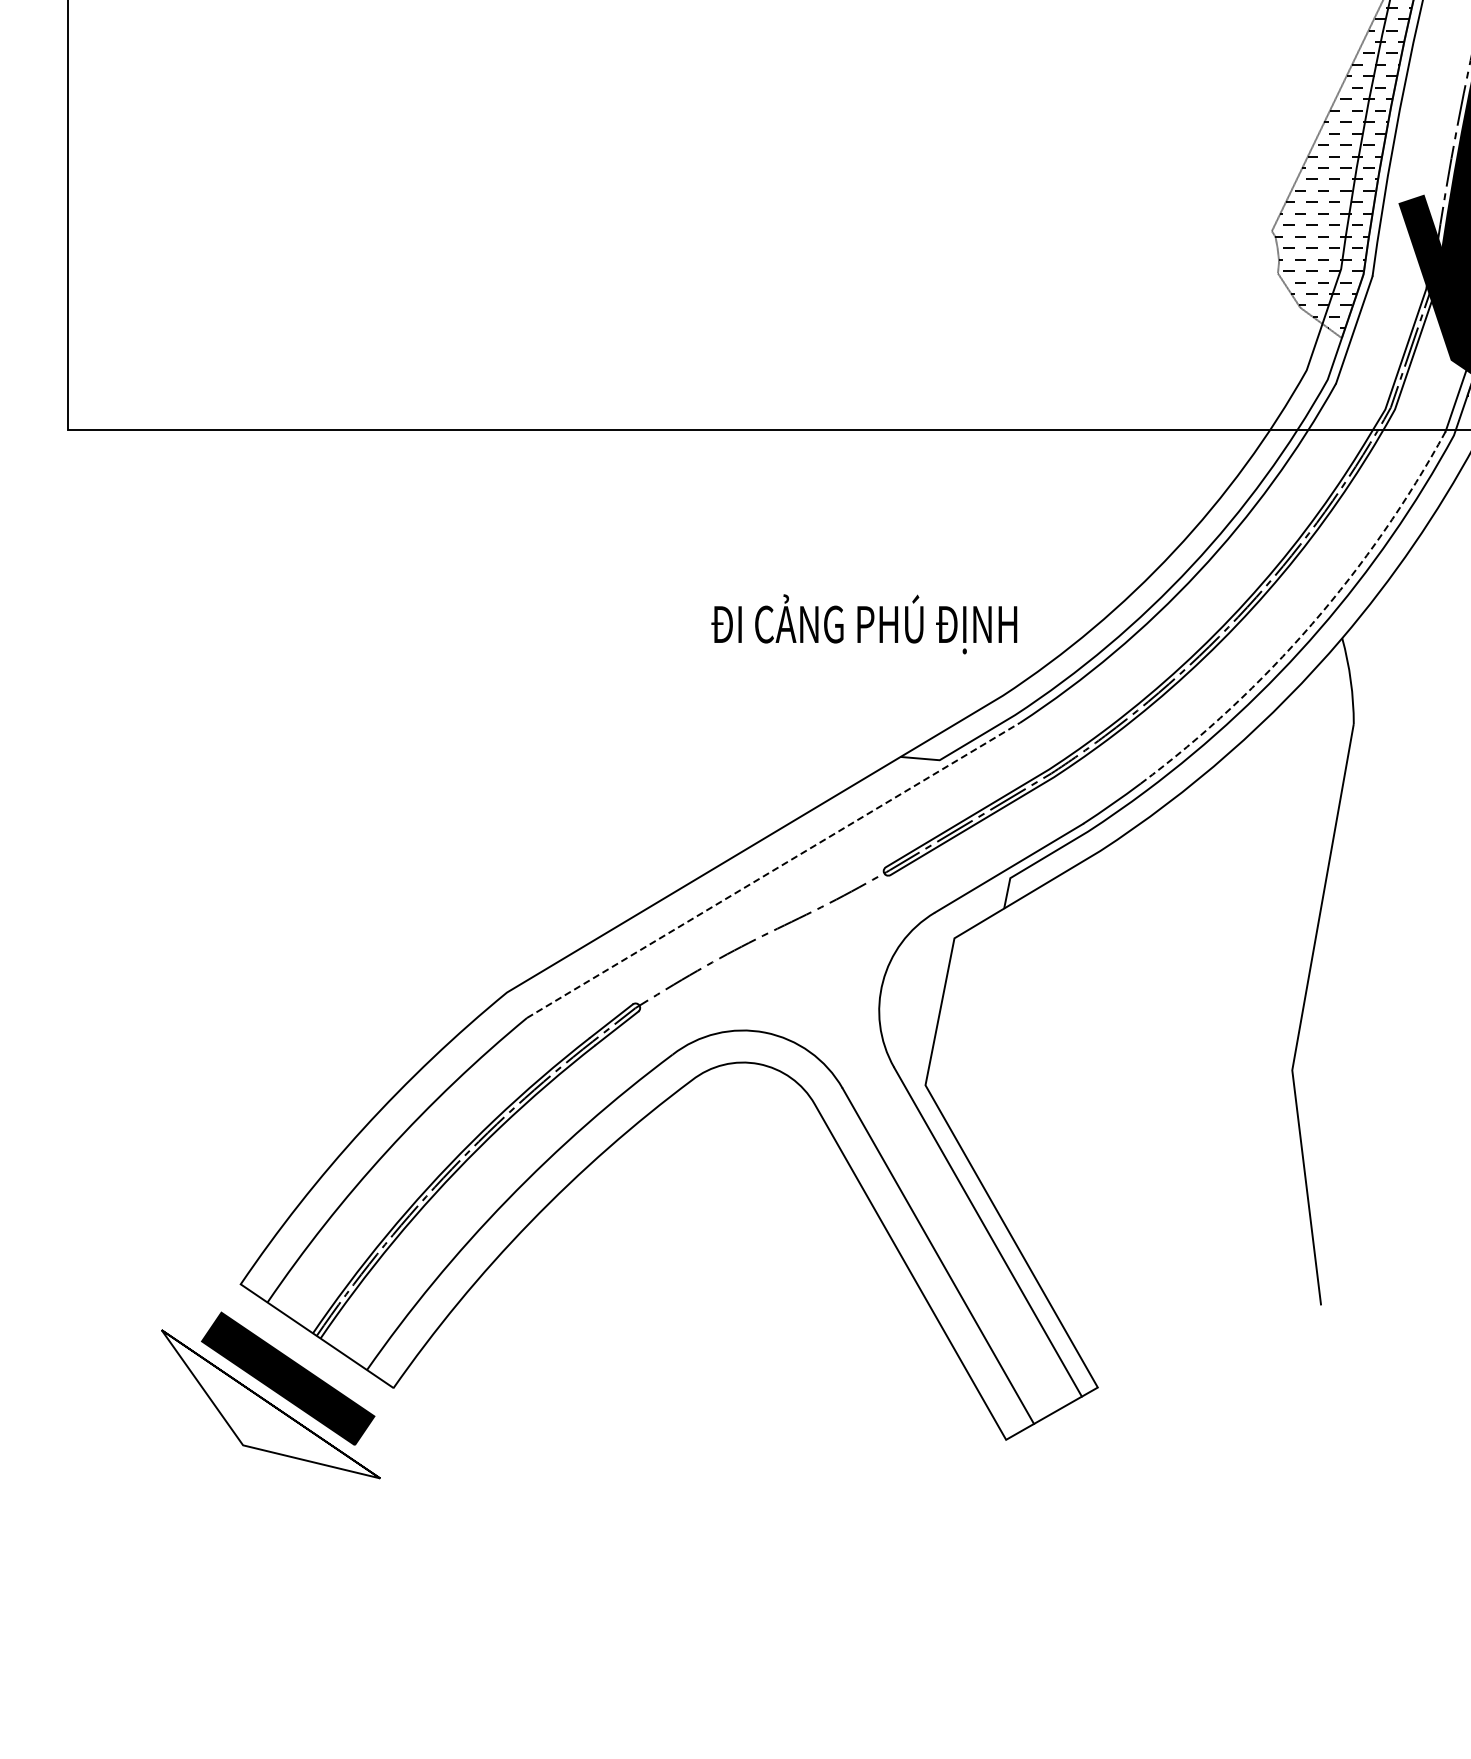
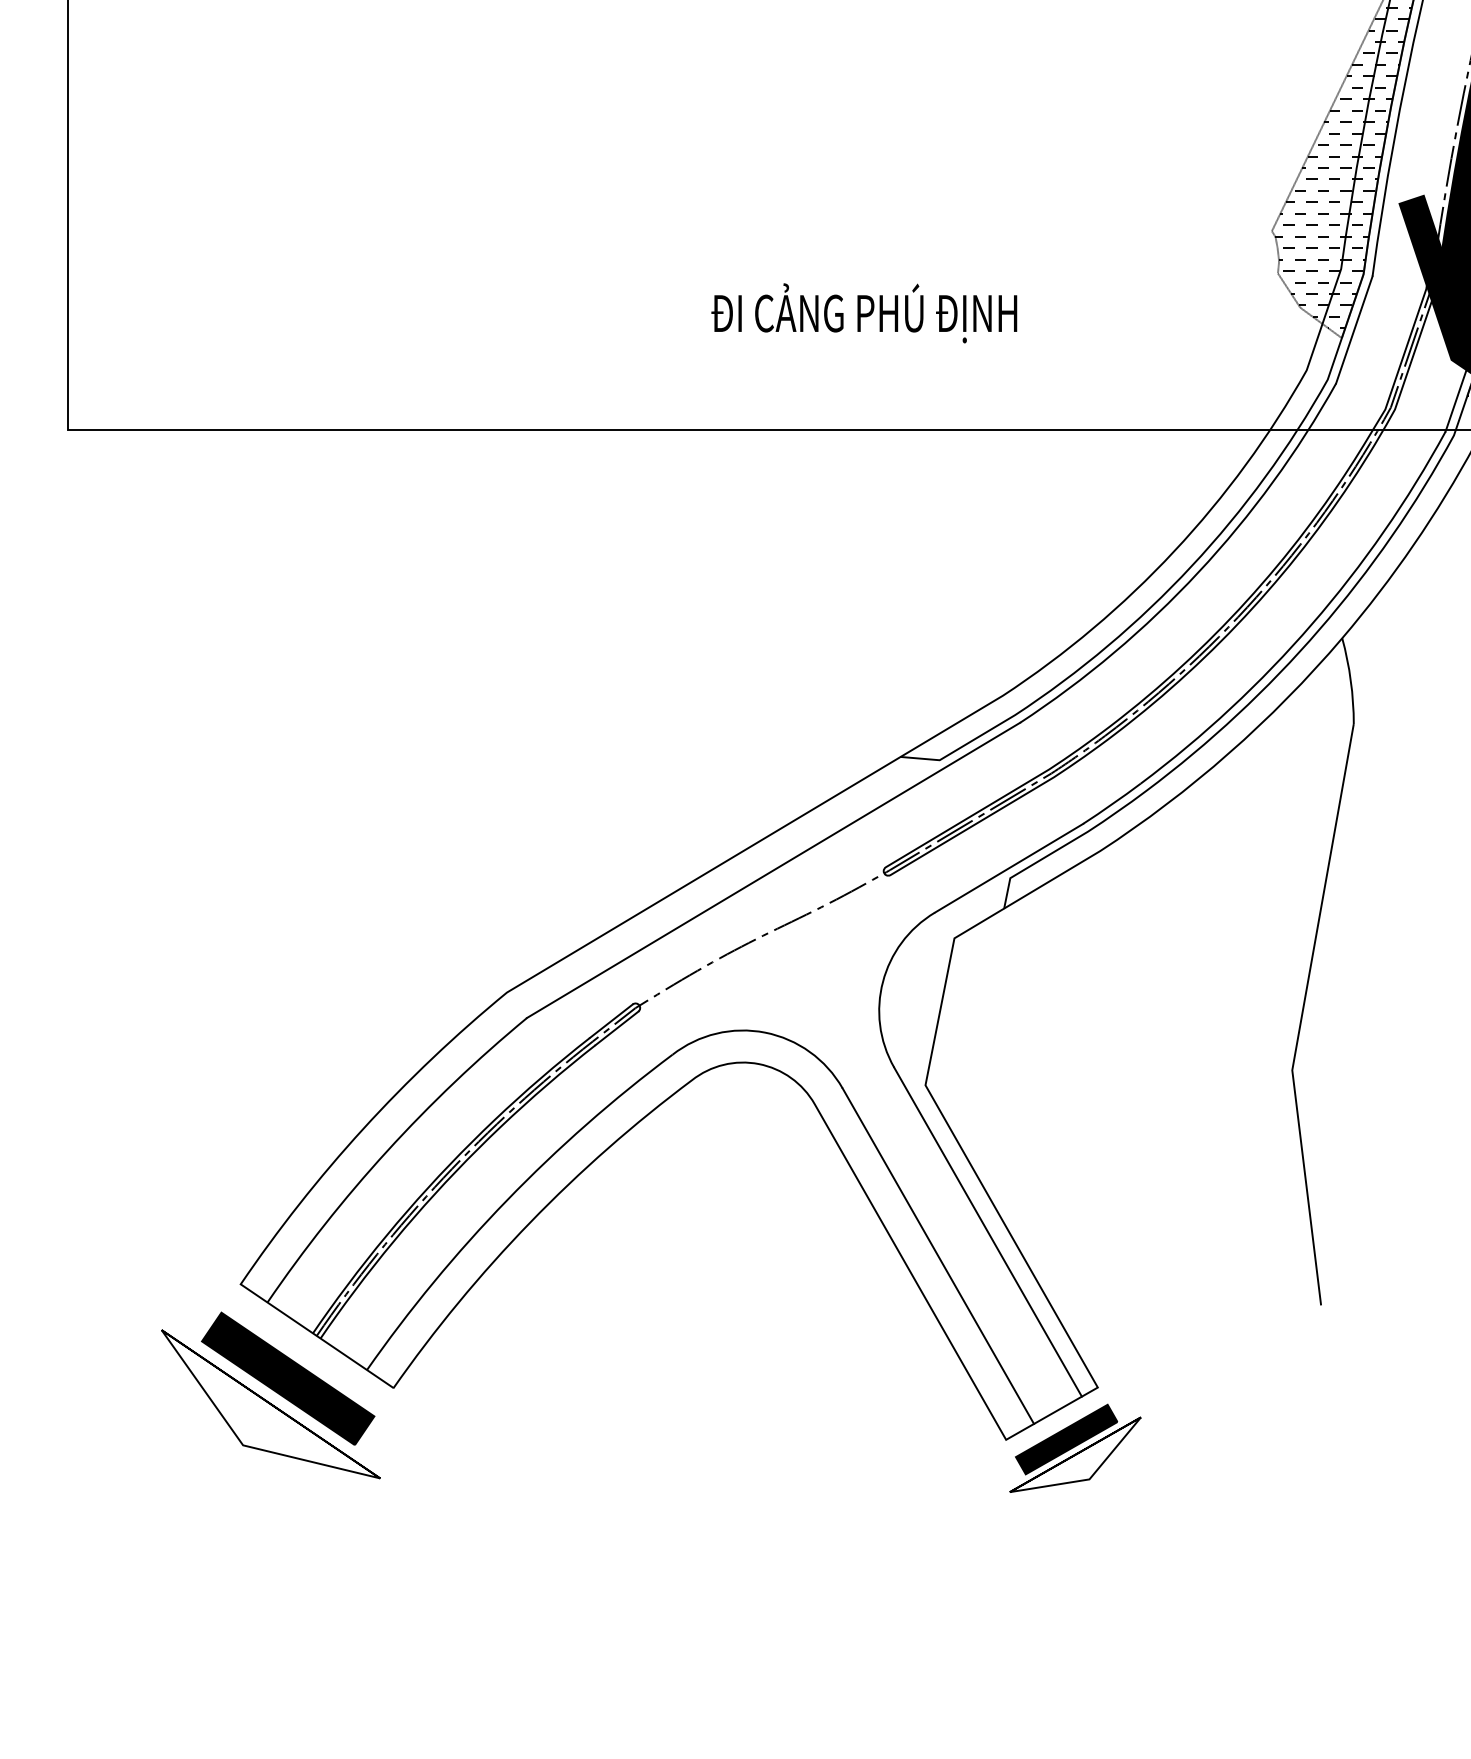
text at (864, 624) position: (864, 624) -> (864, 313)
arc at (1312, 624): dashed -> solid
line at (773, 870): dashed -> solid
part at (1075, 1447): none -> present
